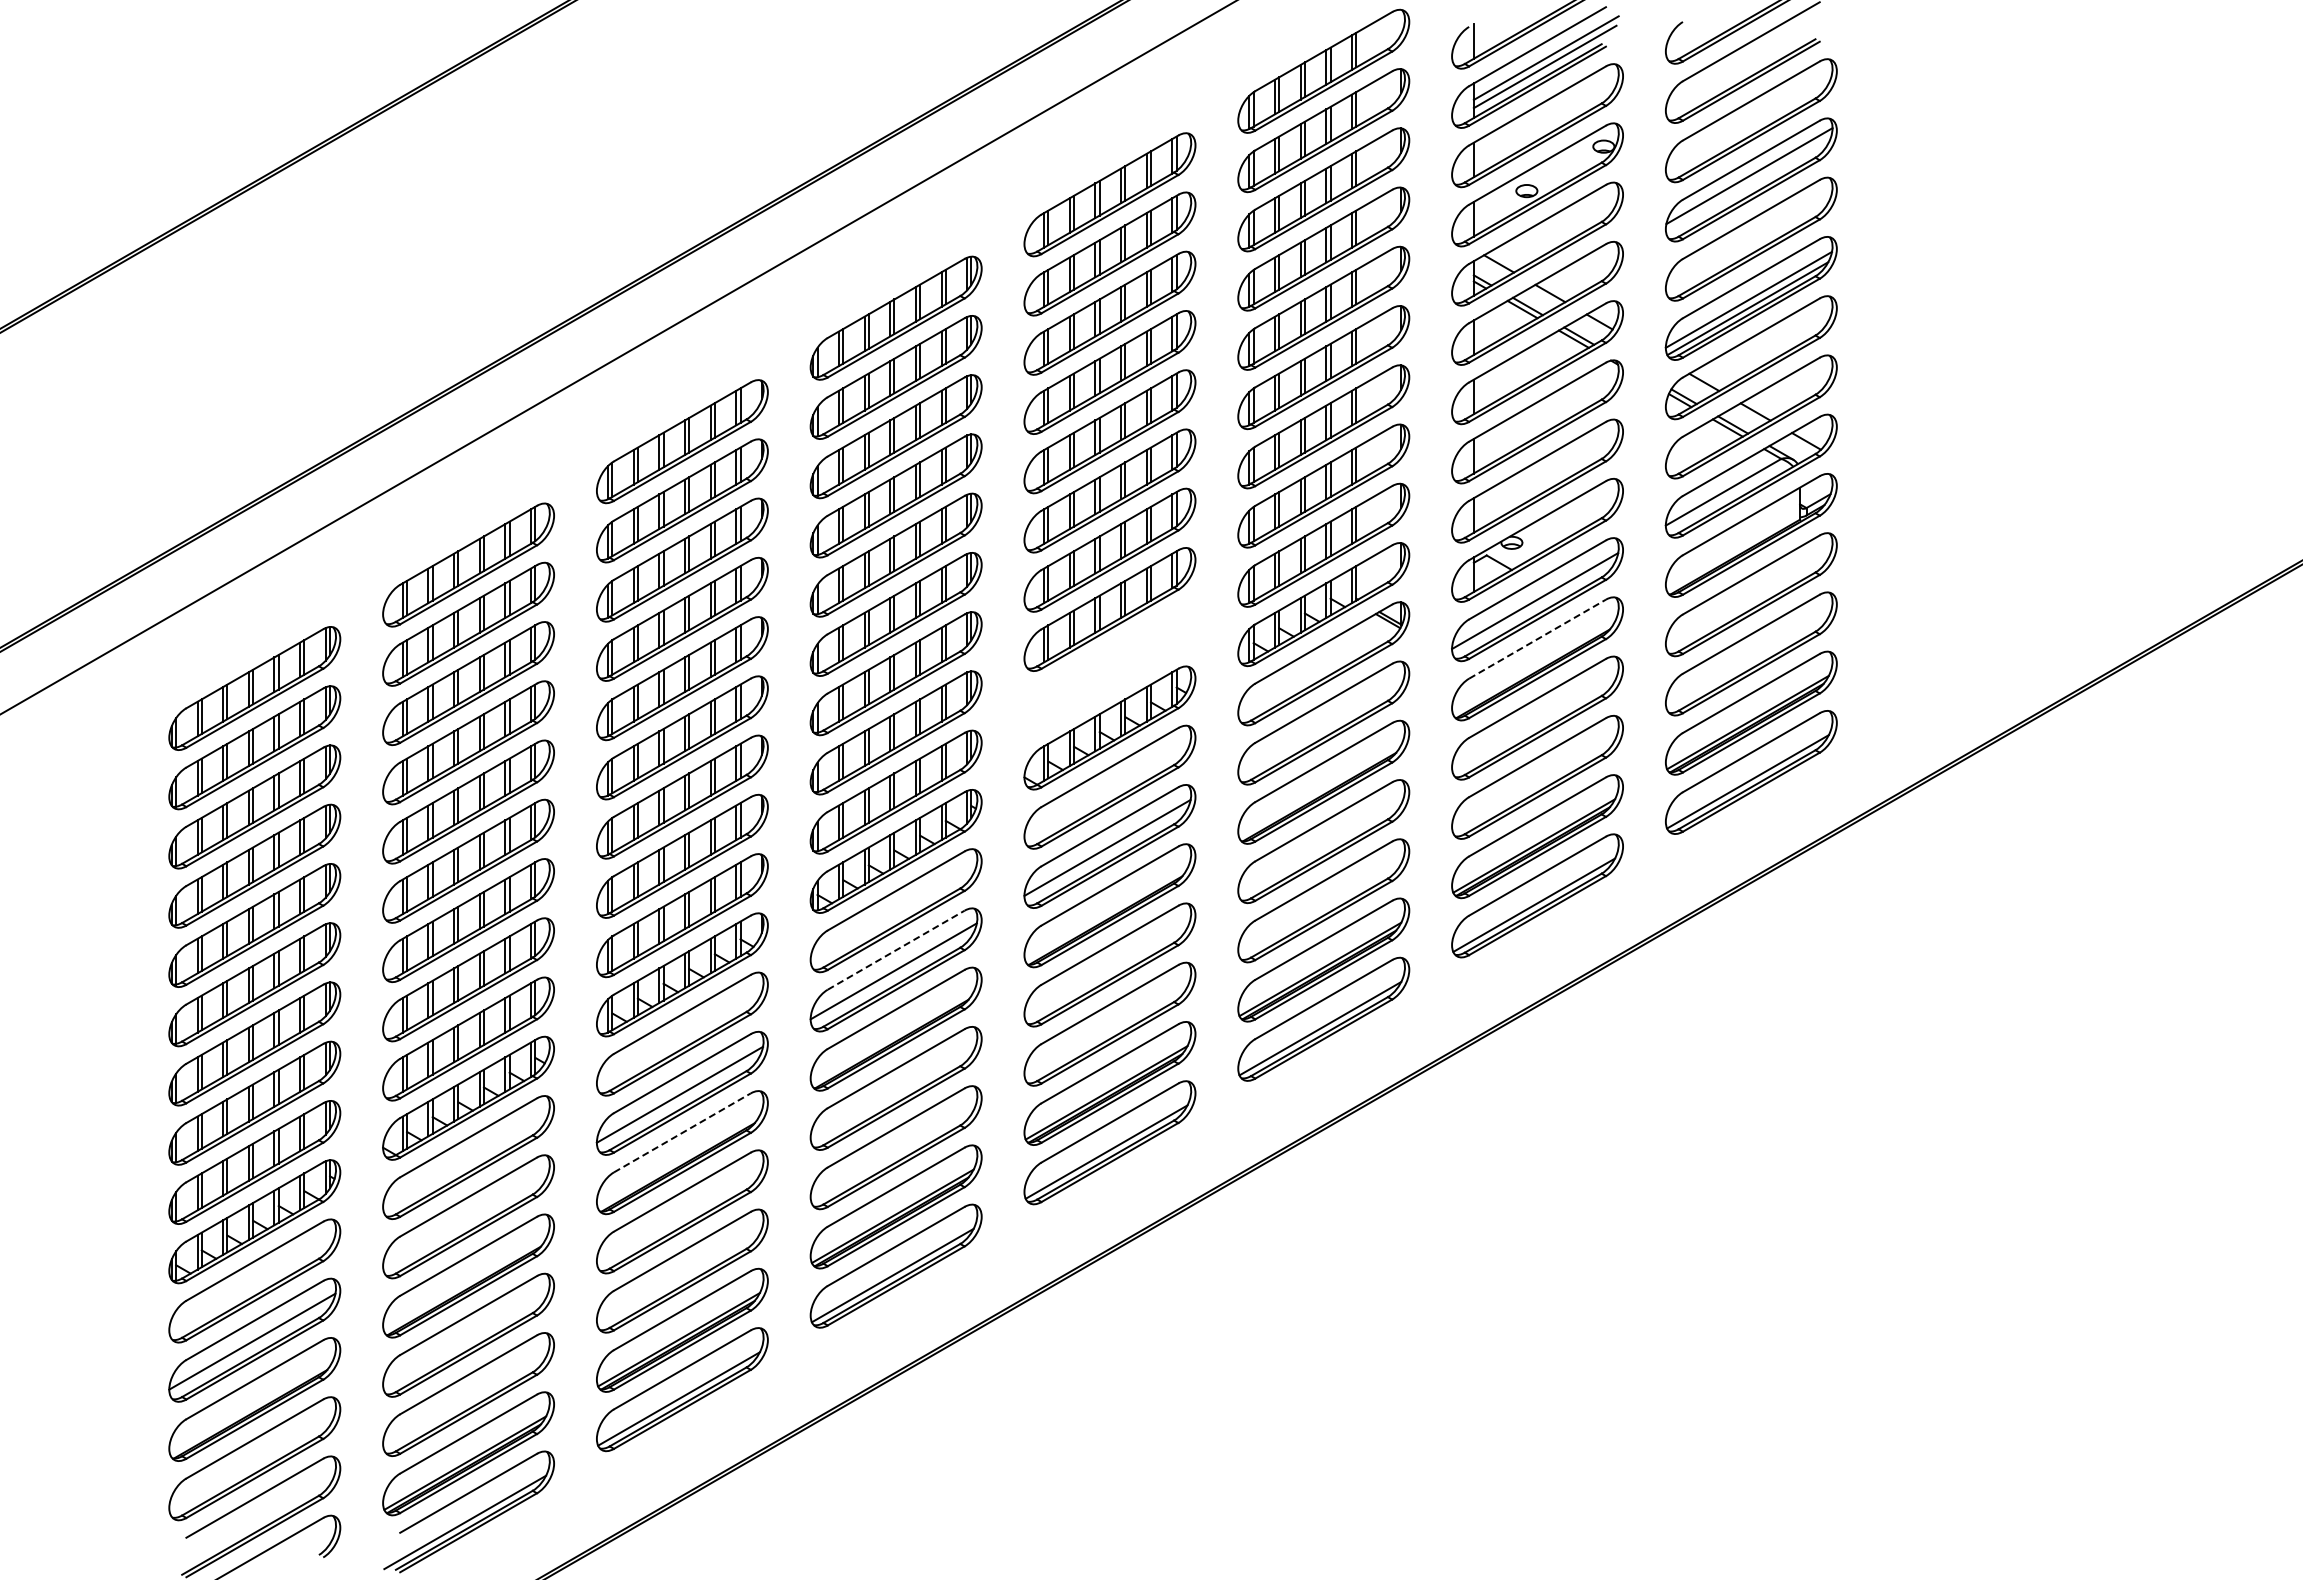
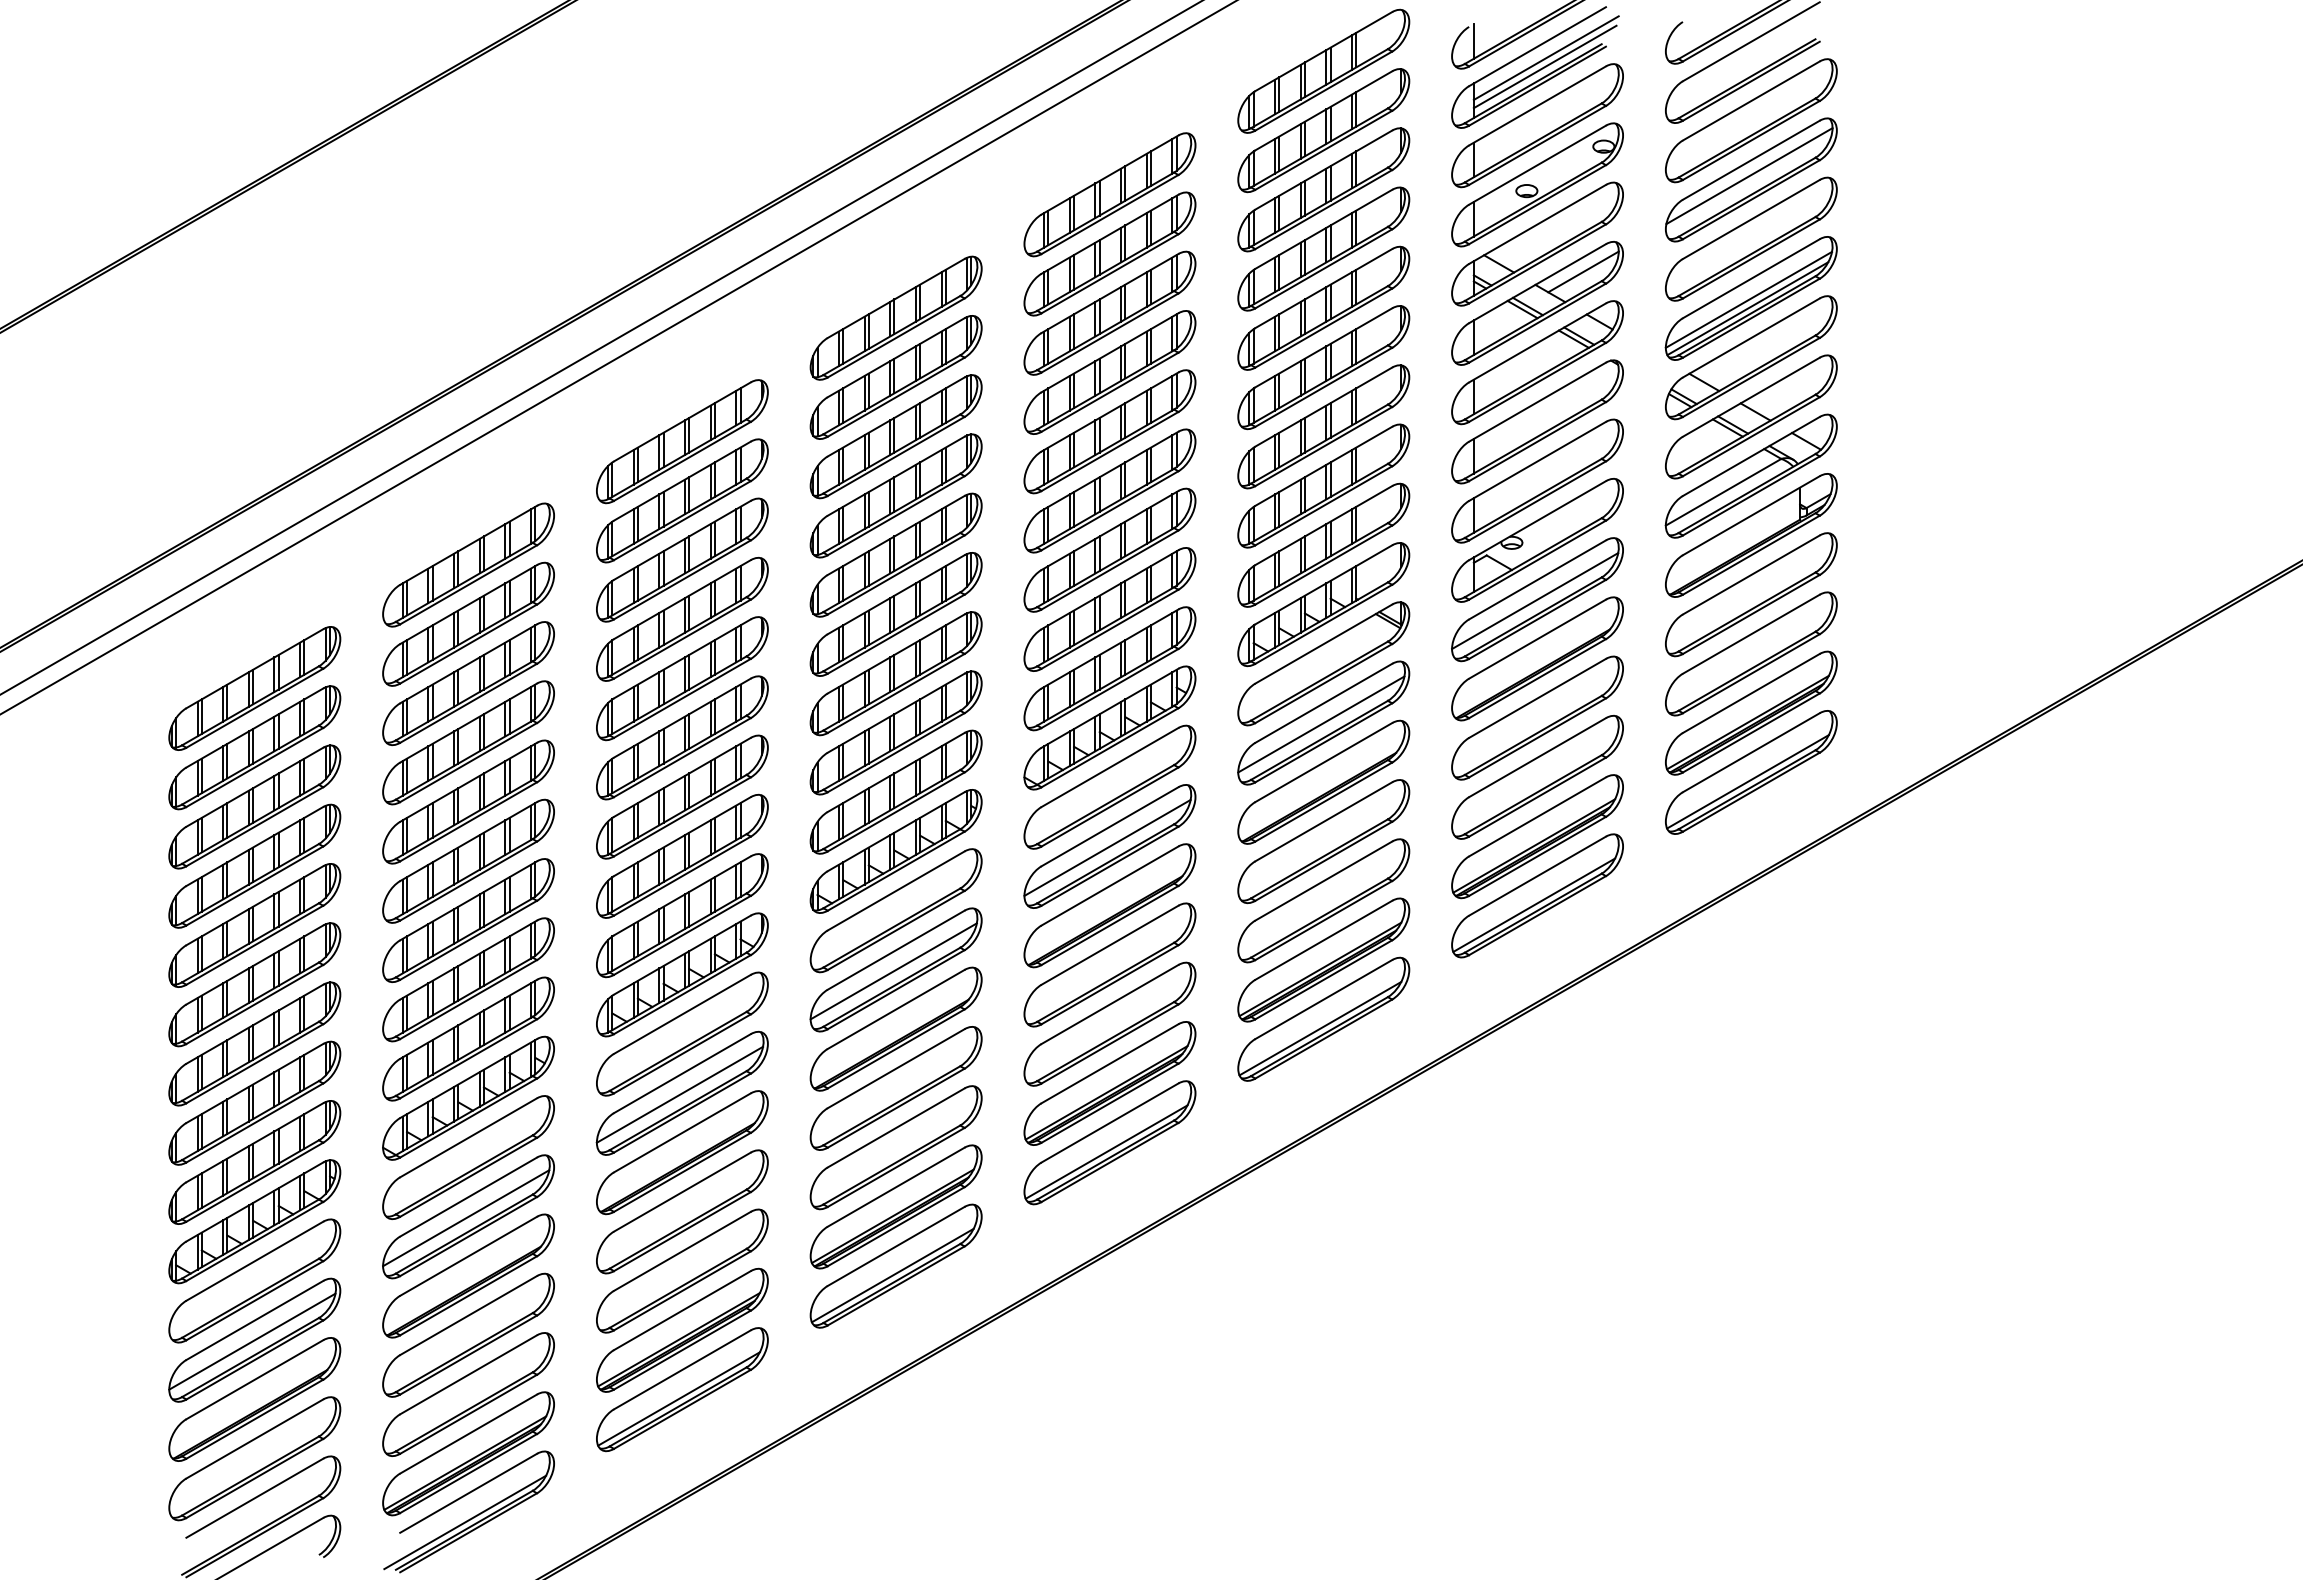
line at (1583, 271): none -> present
line at (600, 347): none -> present
line at (1537, 639): dashed -> solid
part at (1109, 668): none -> present
line at (1321, 724): none -> present
line at (896, 950): dashed -> solid
line at (682, 1132): dashed -> solid
line at (466, 1218): none -> present
